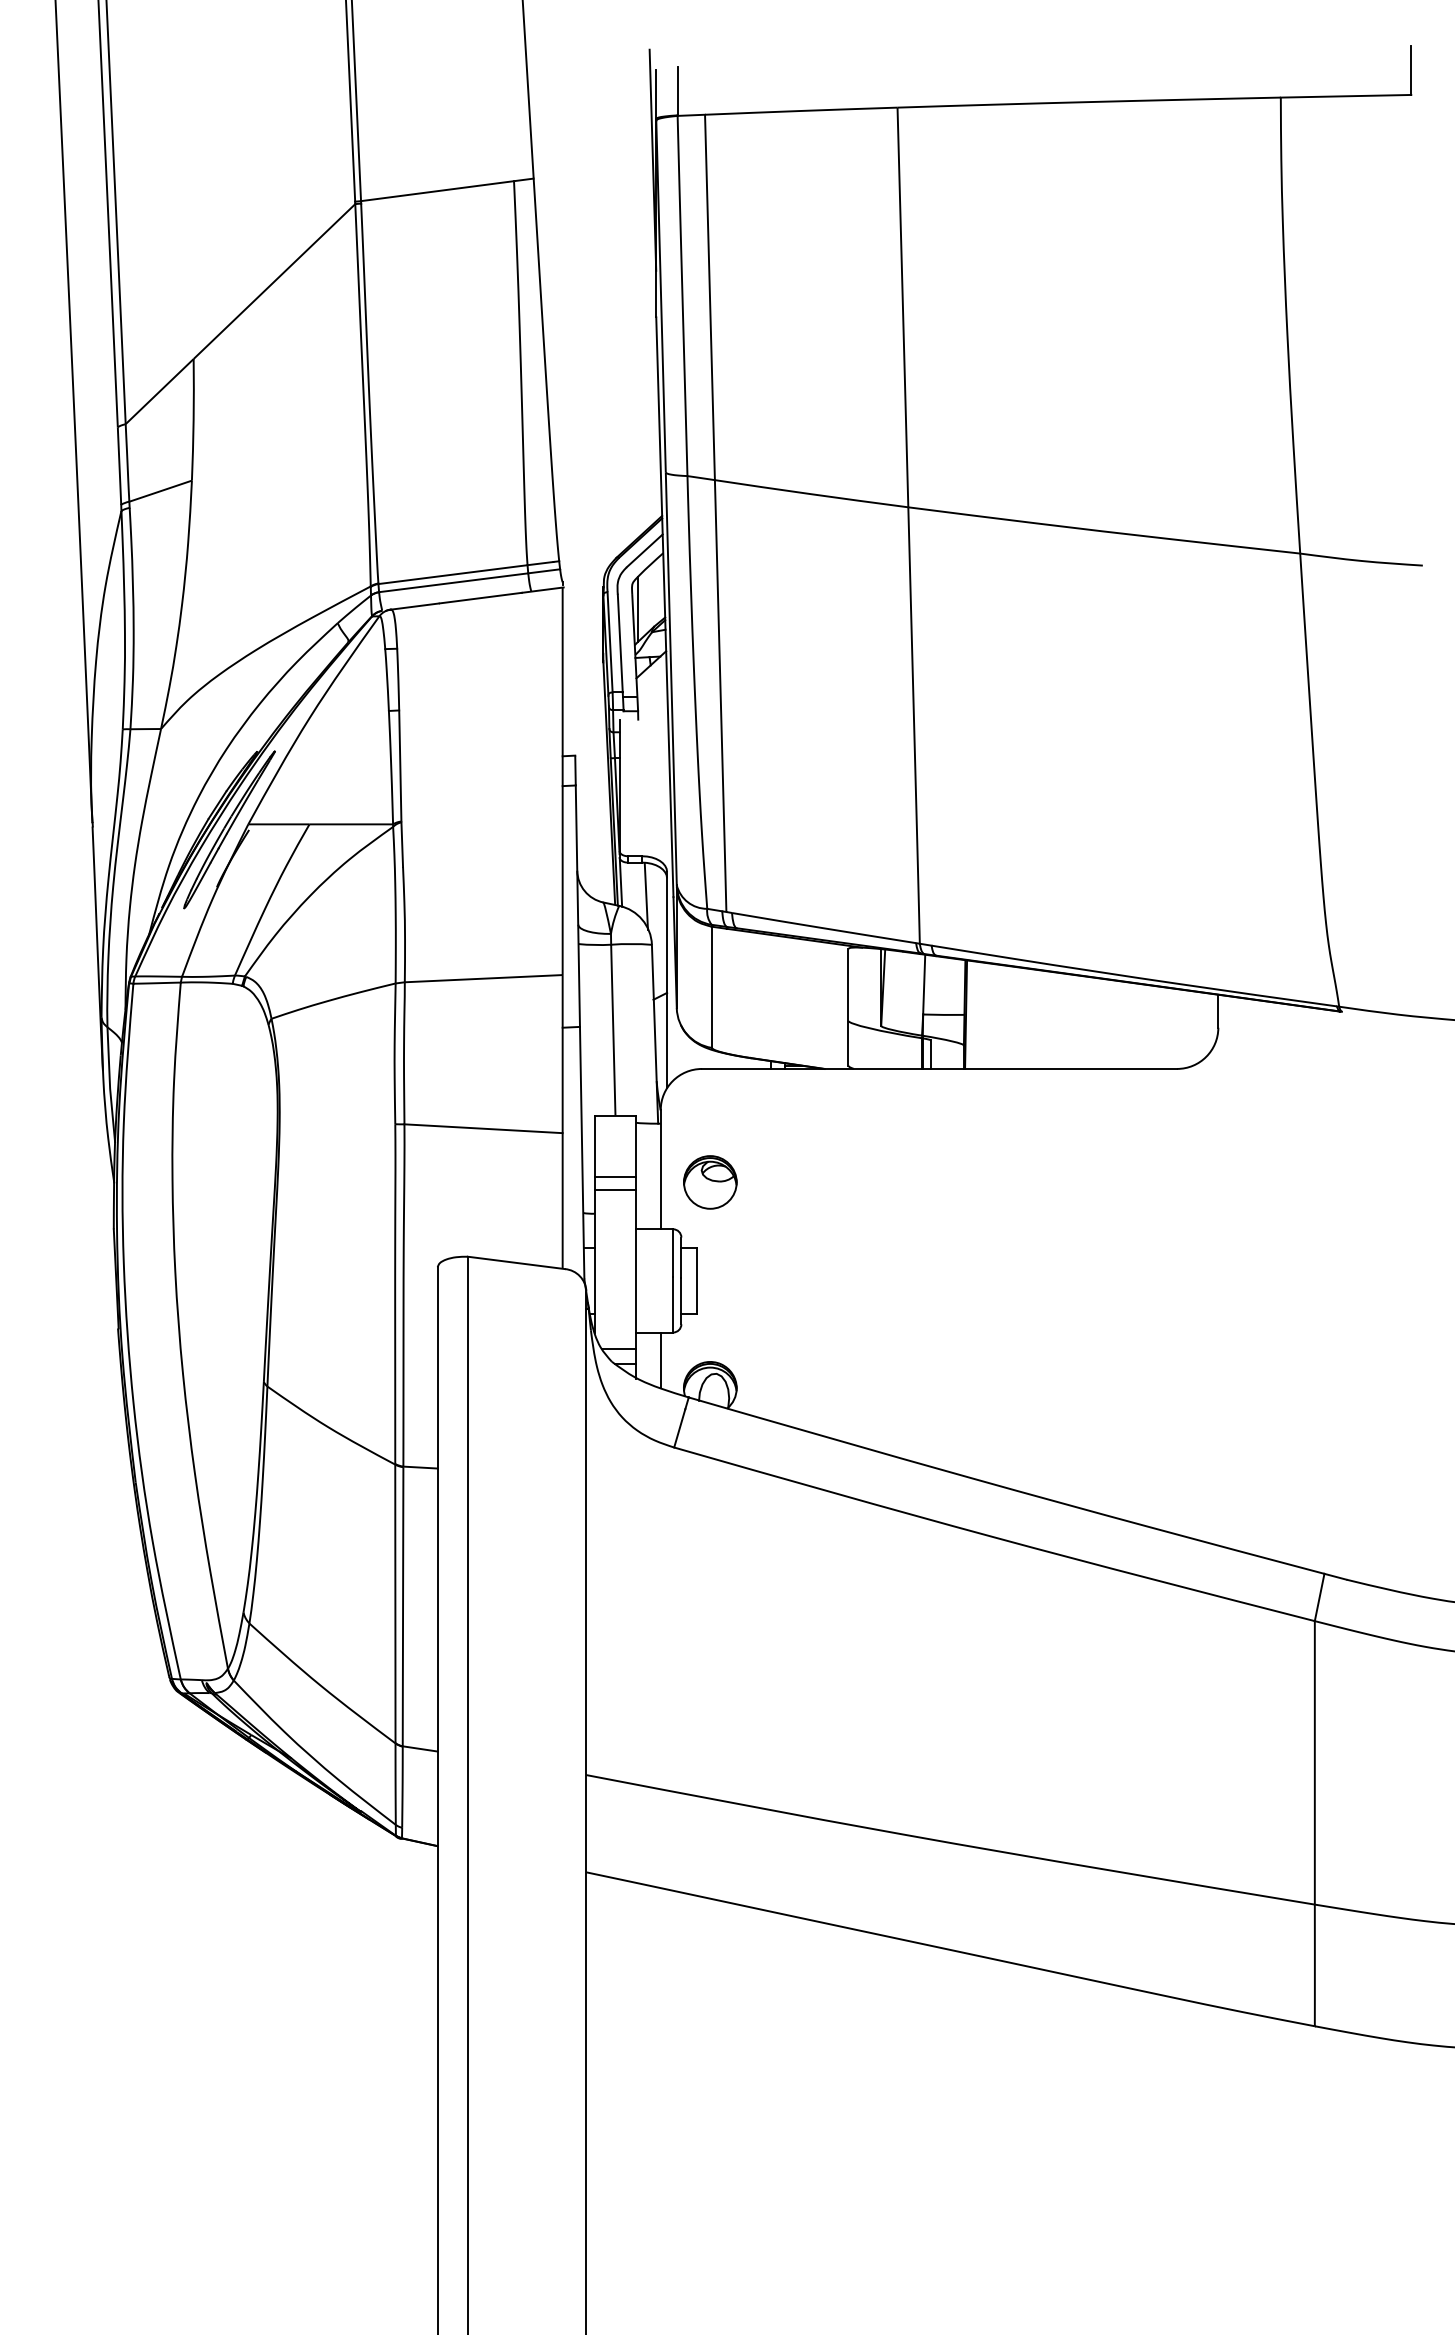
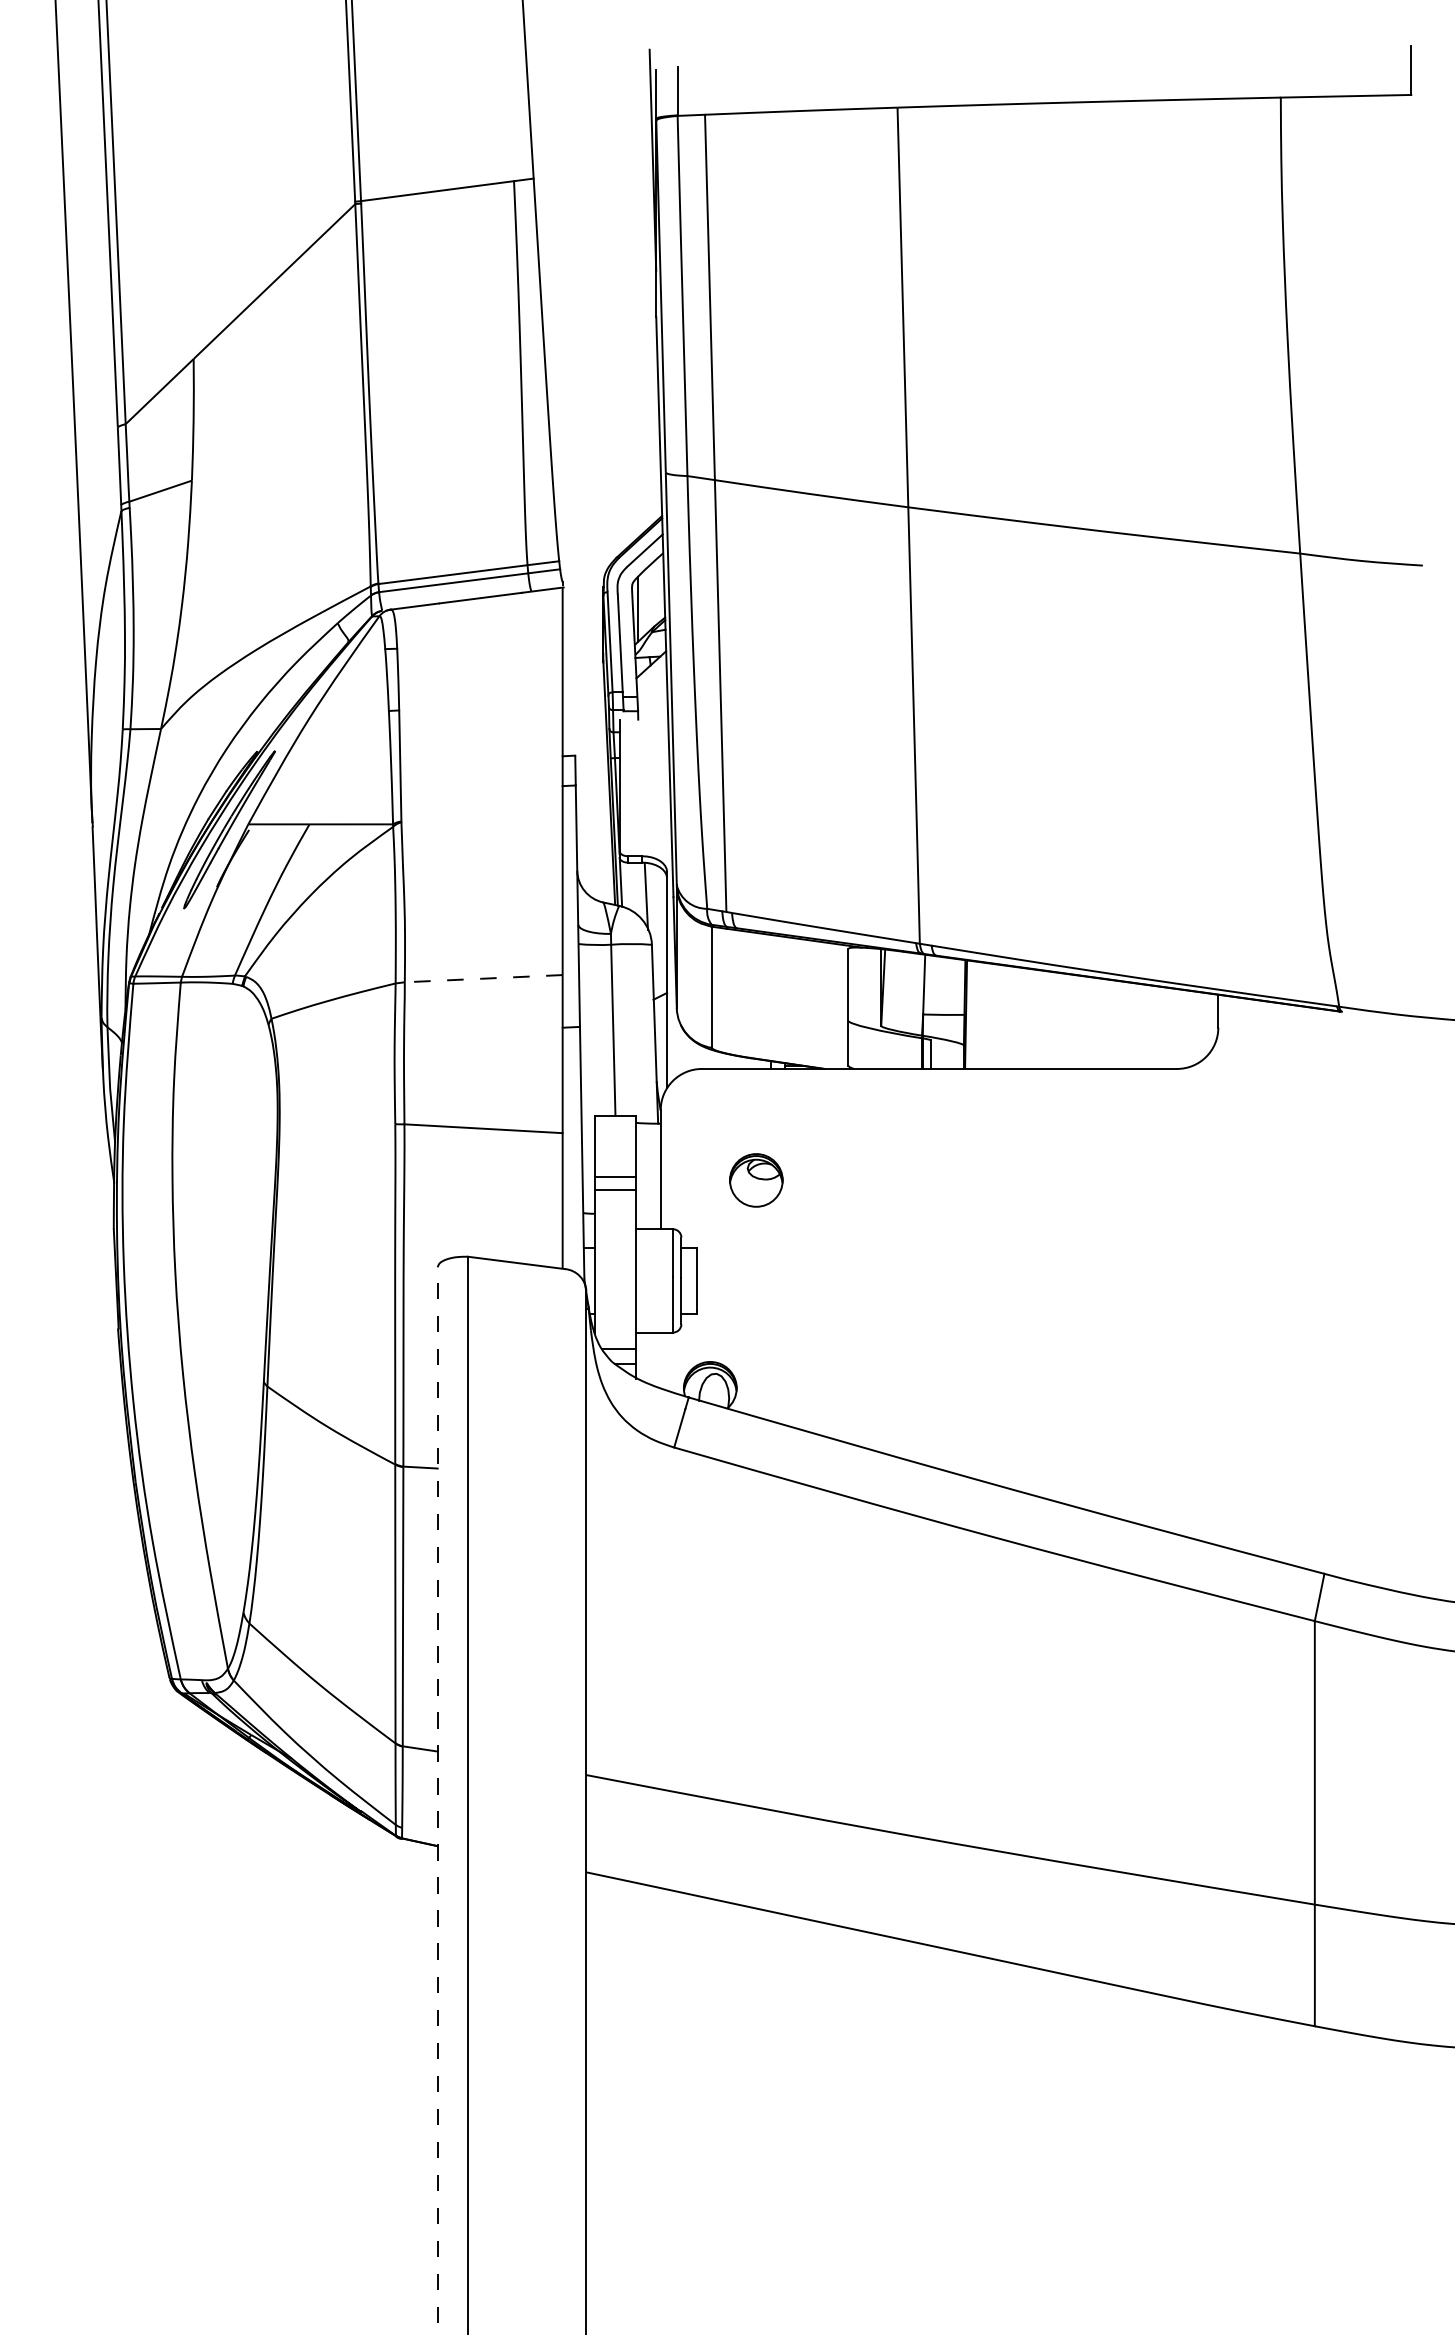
line at (482, 978): solid -> dashed
part at (710, 1182) position: (710, 1182) -> (756, 1180)
line at (660, 1360): present -> none
line at (437, 1800): solid -> dashed
